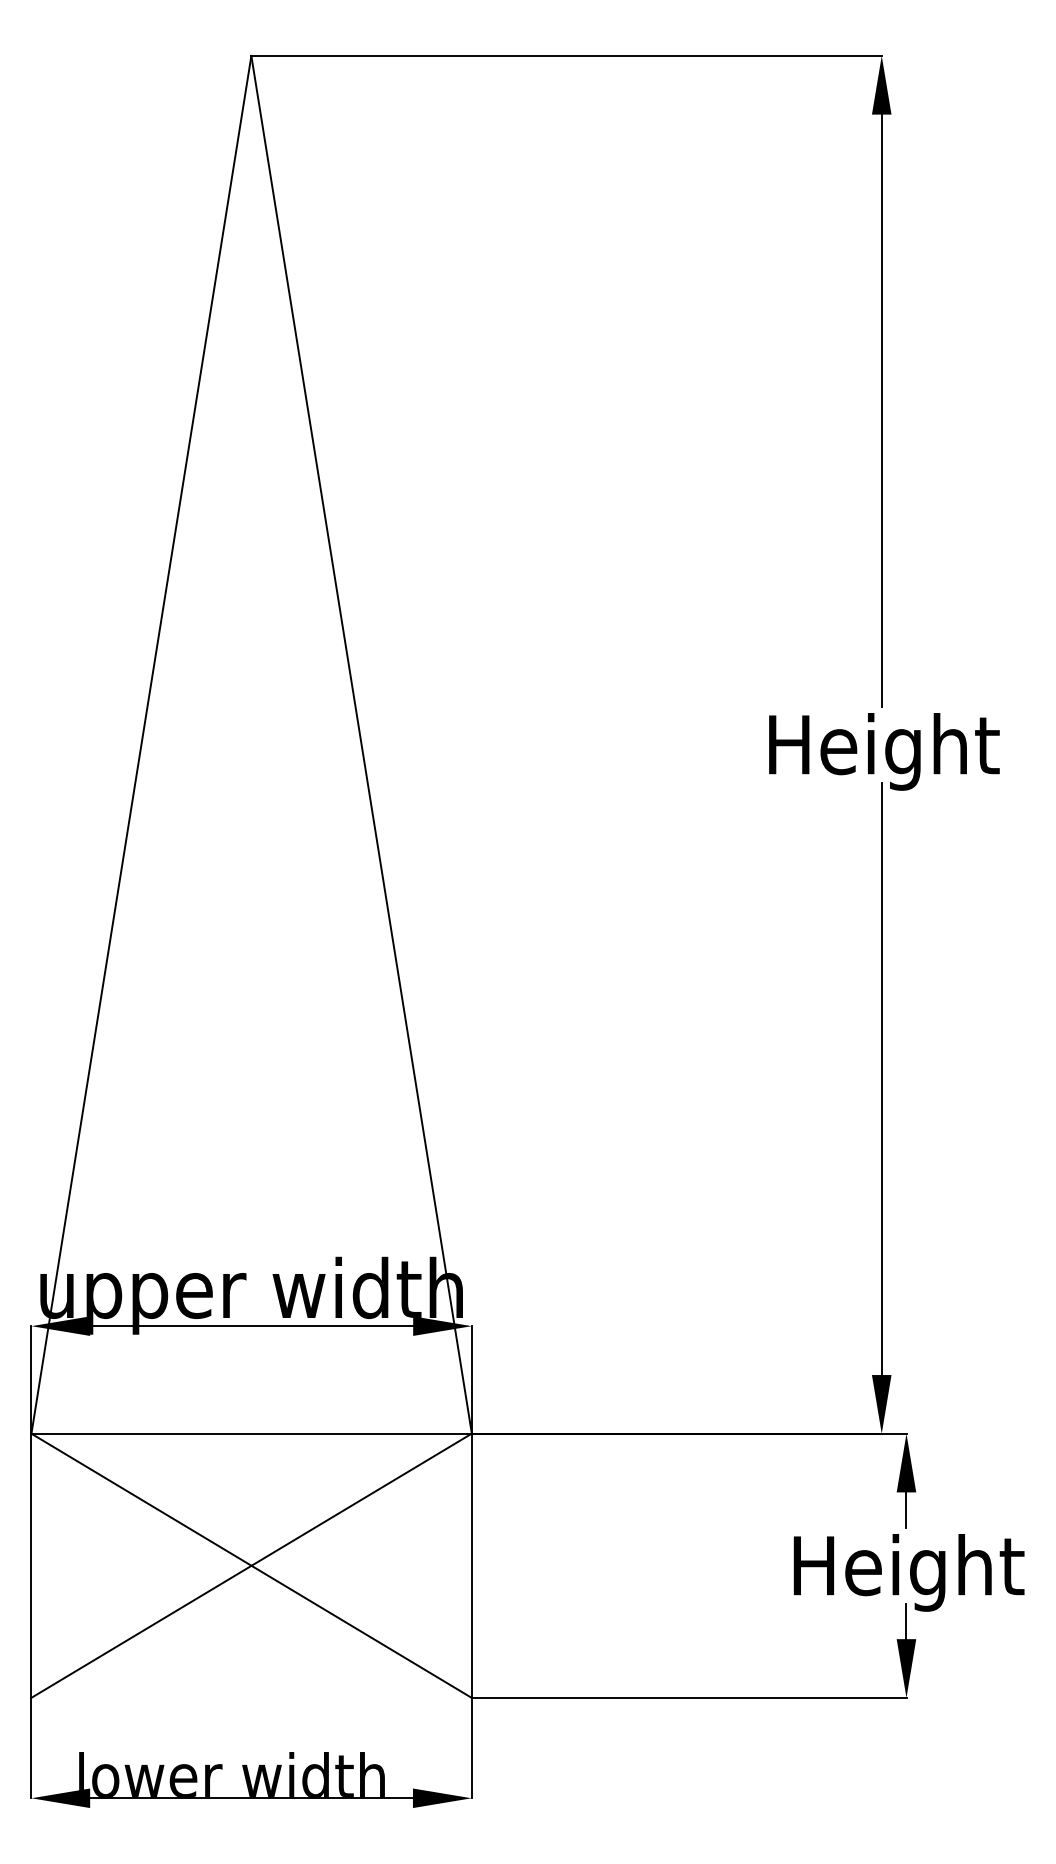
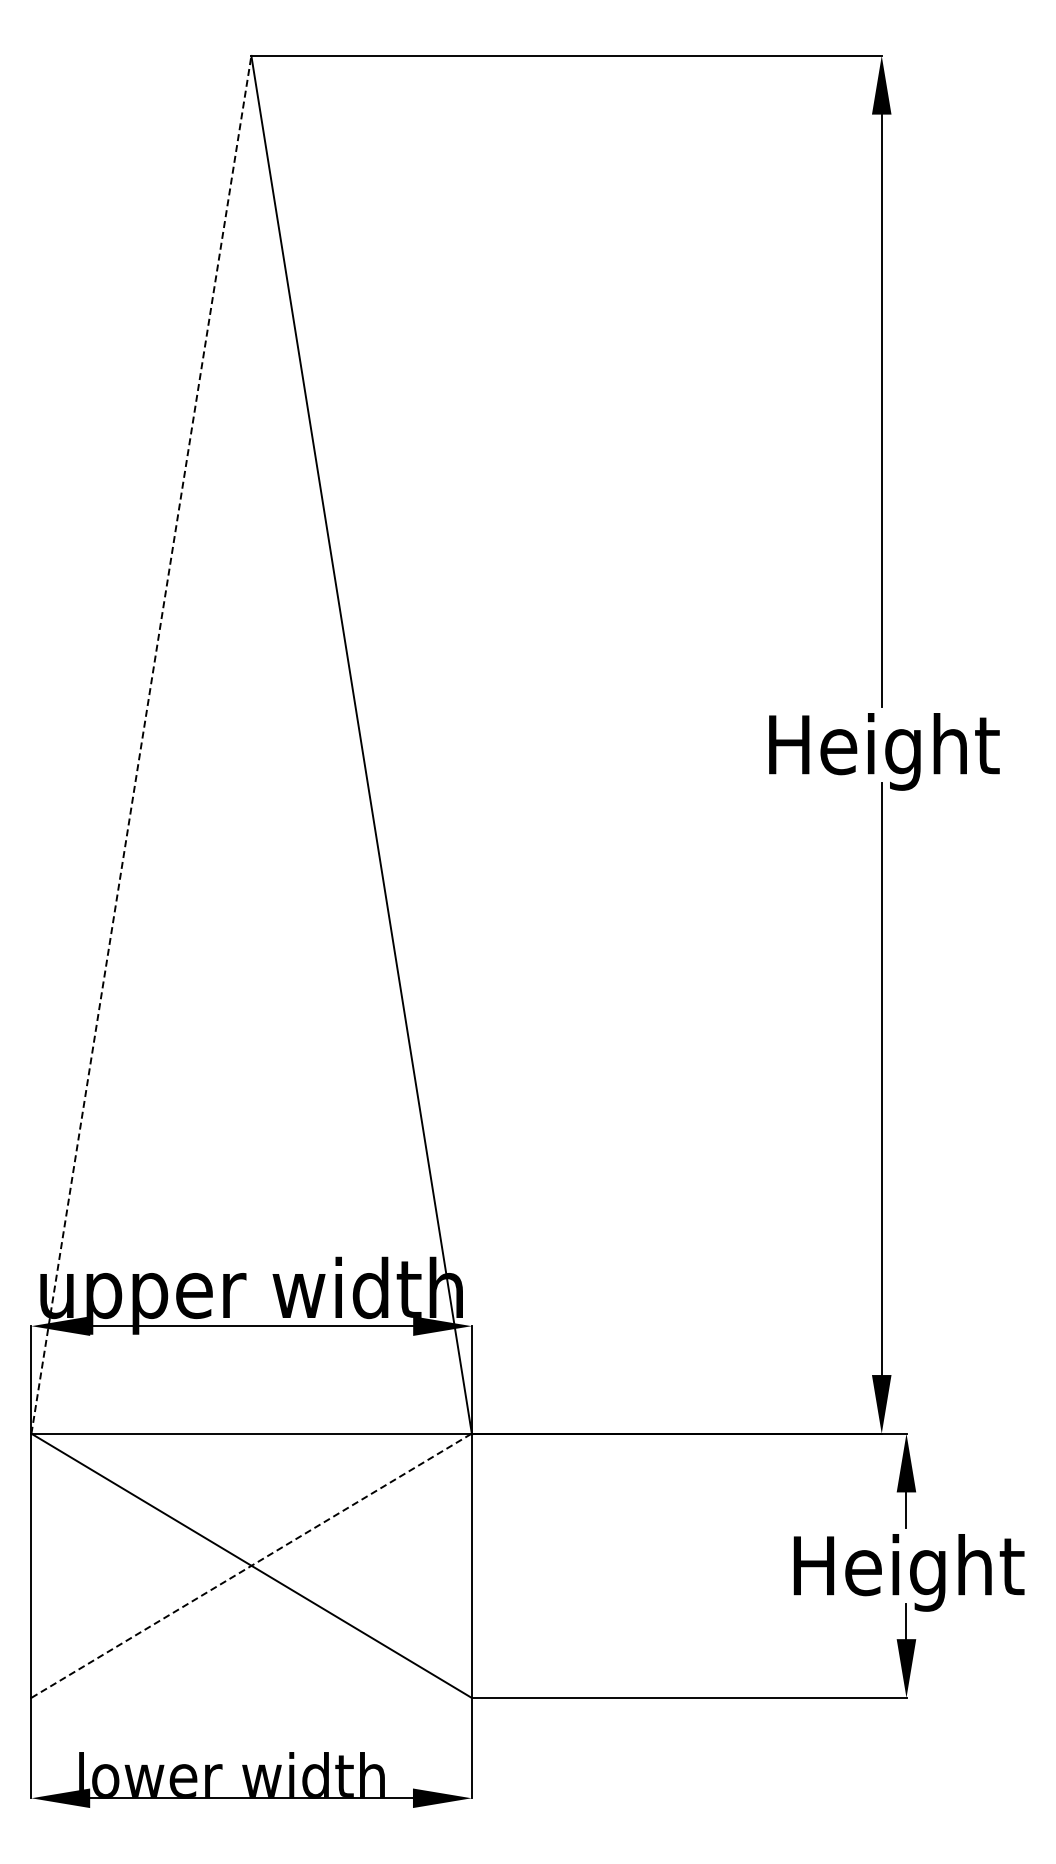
line at (141, 744): solid -> dashed
line at (251, 1565): solid -> dashed
